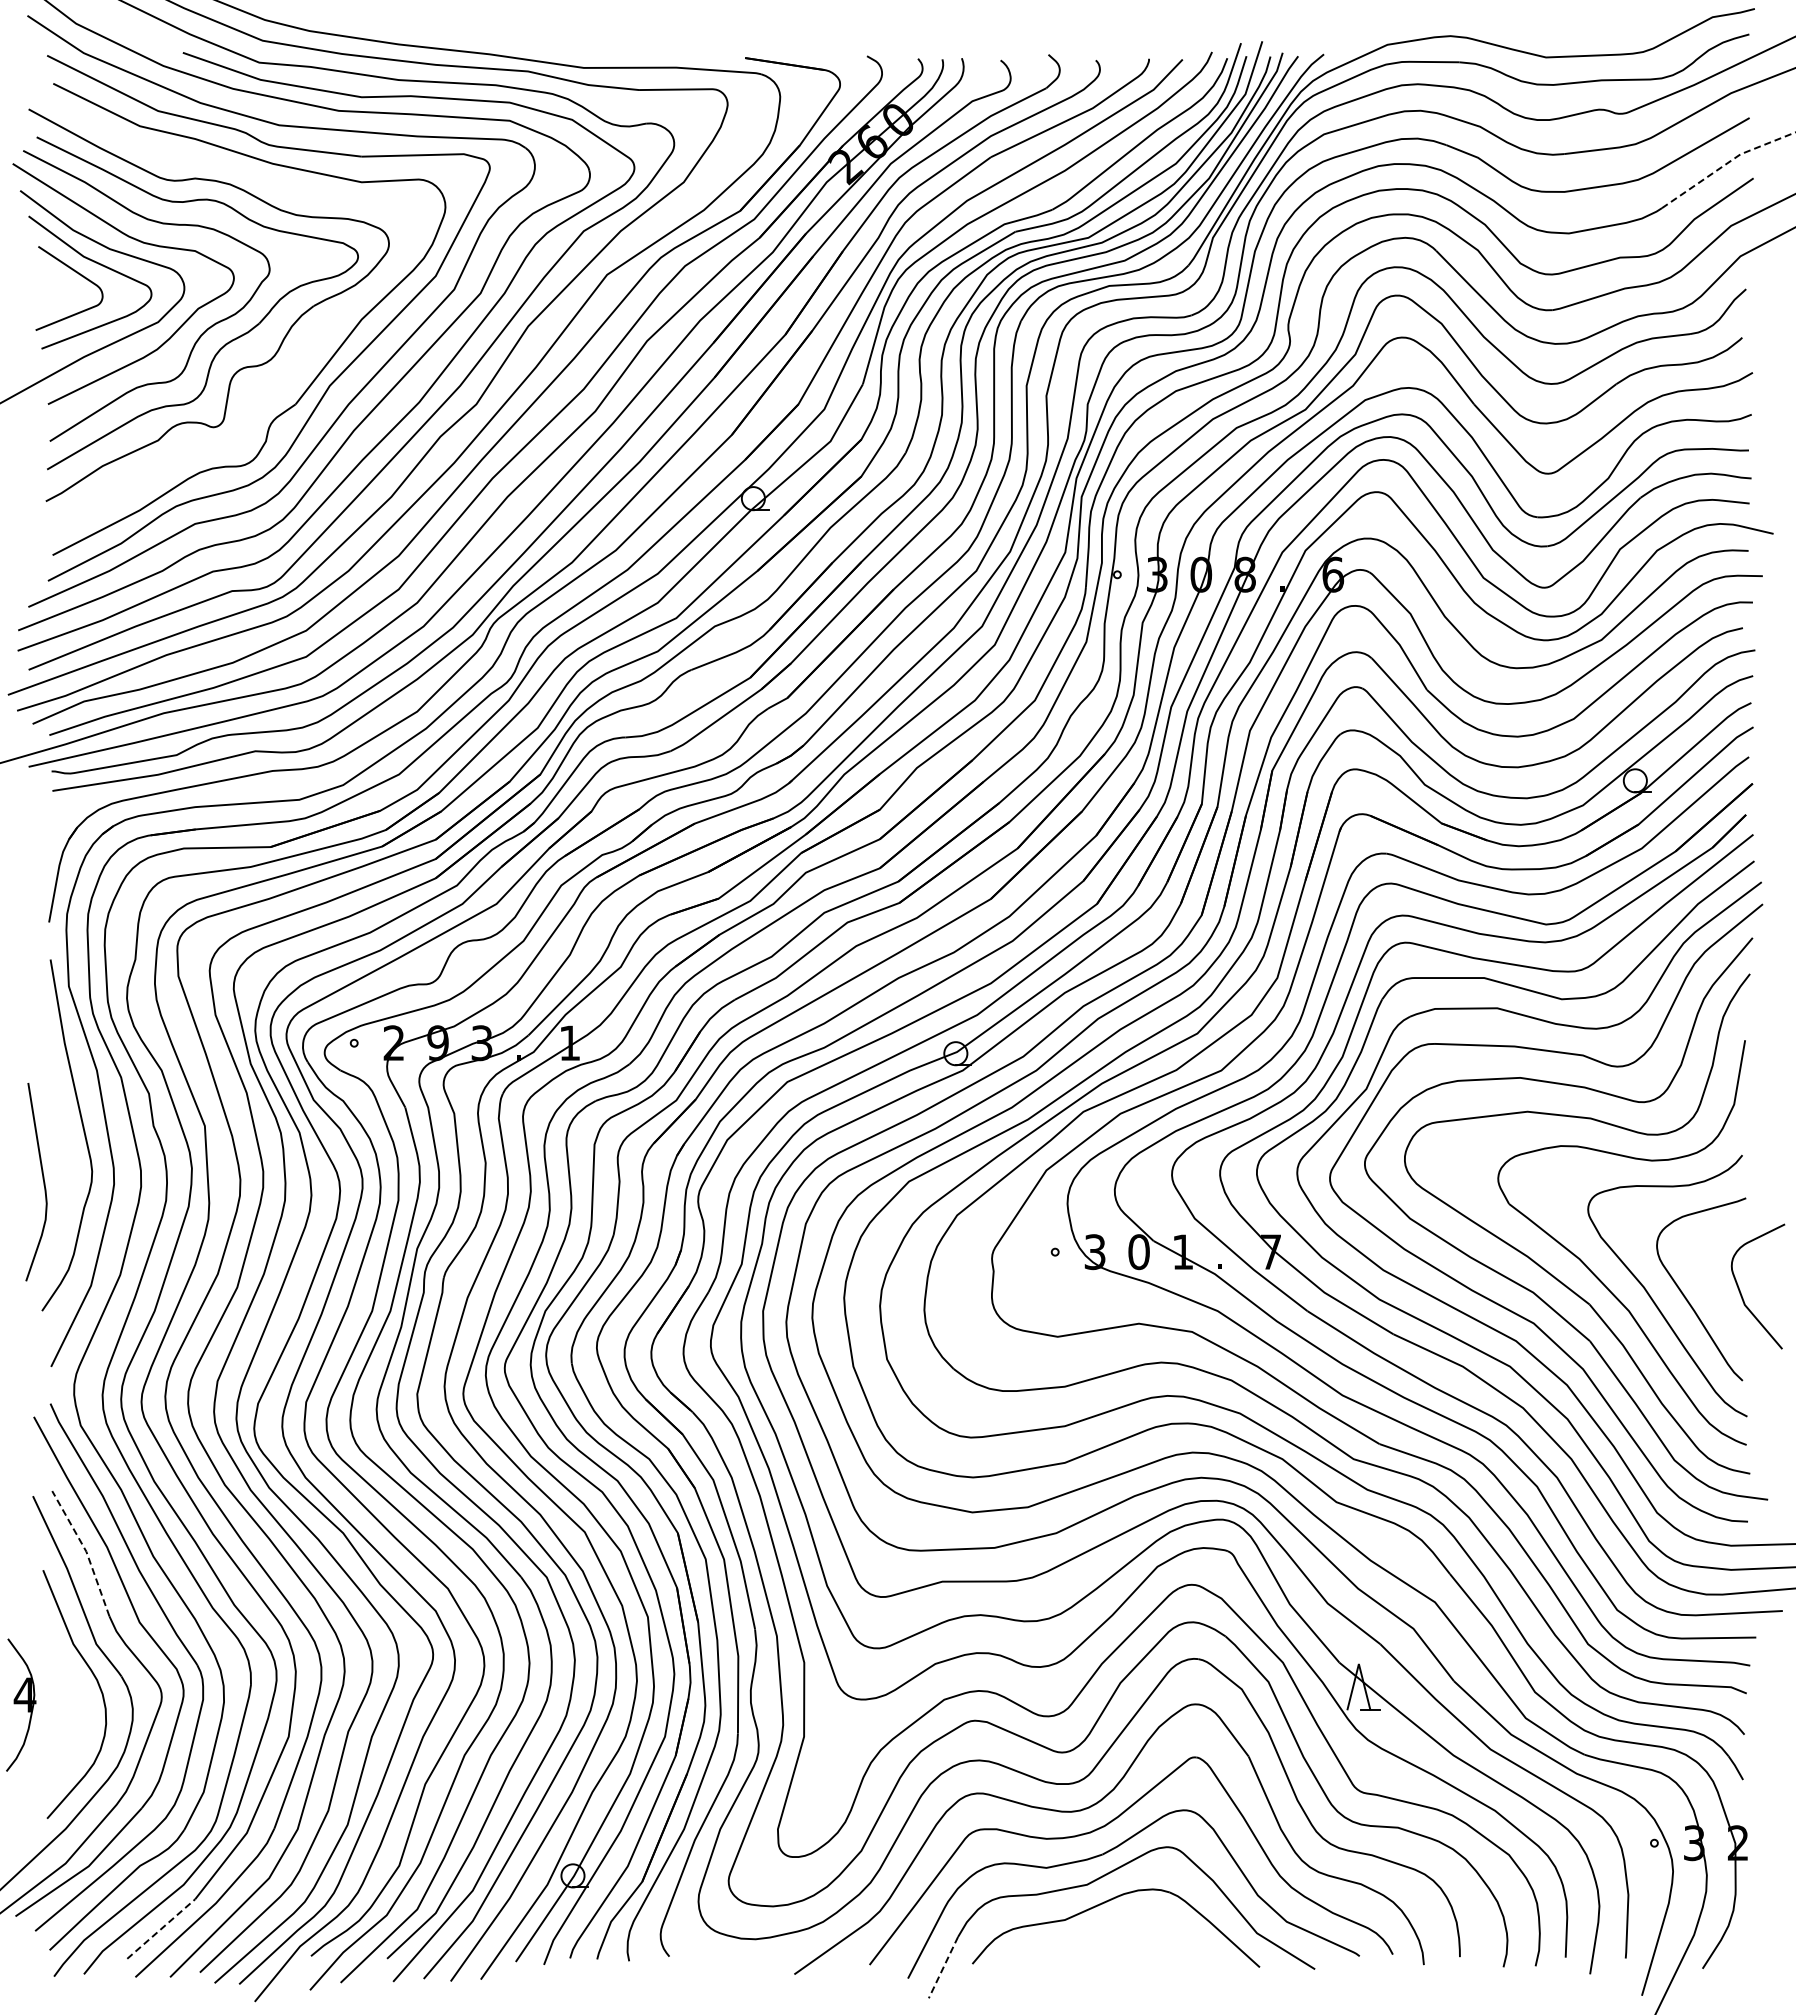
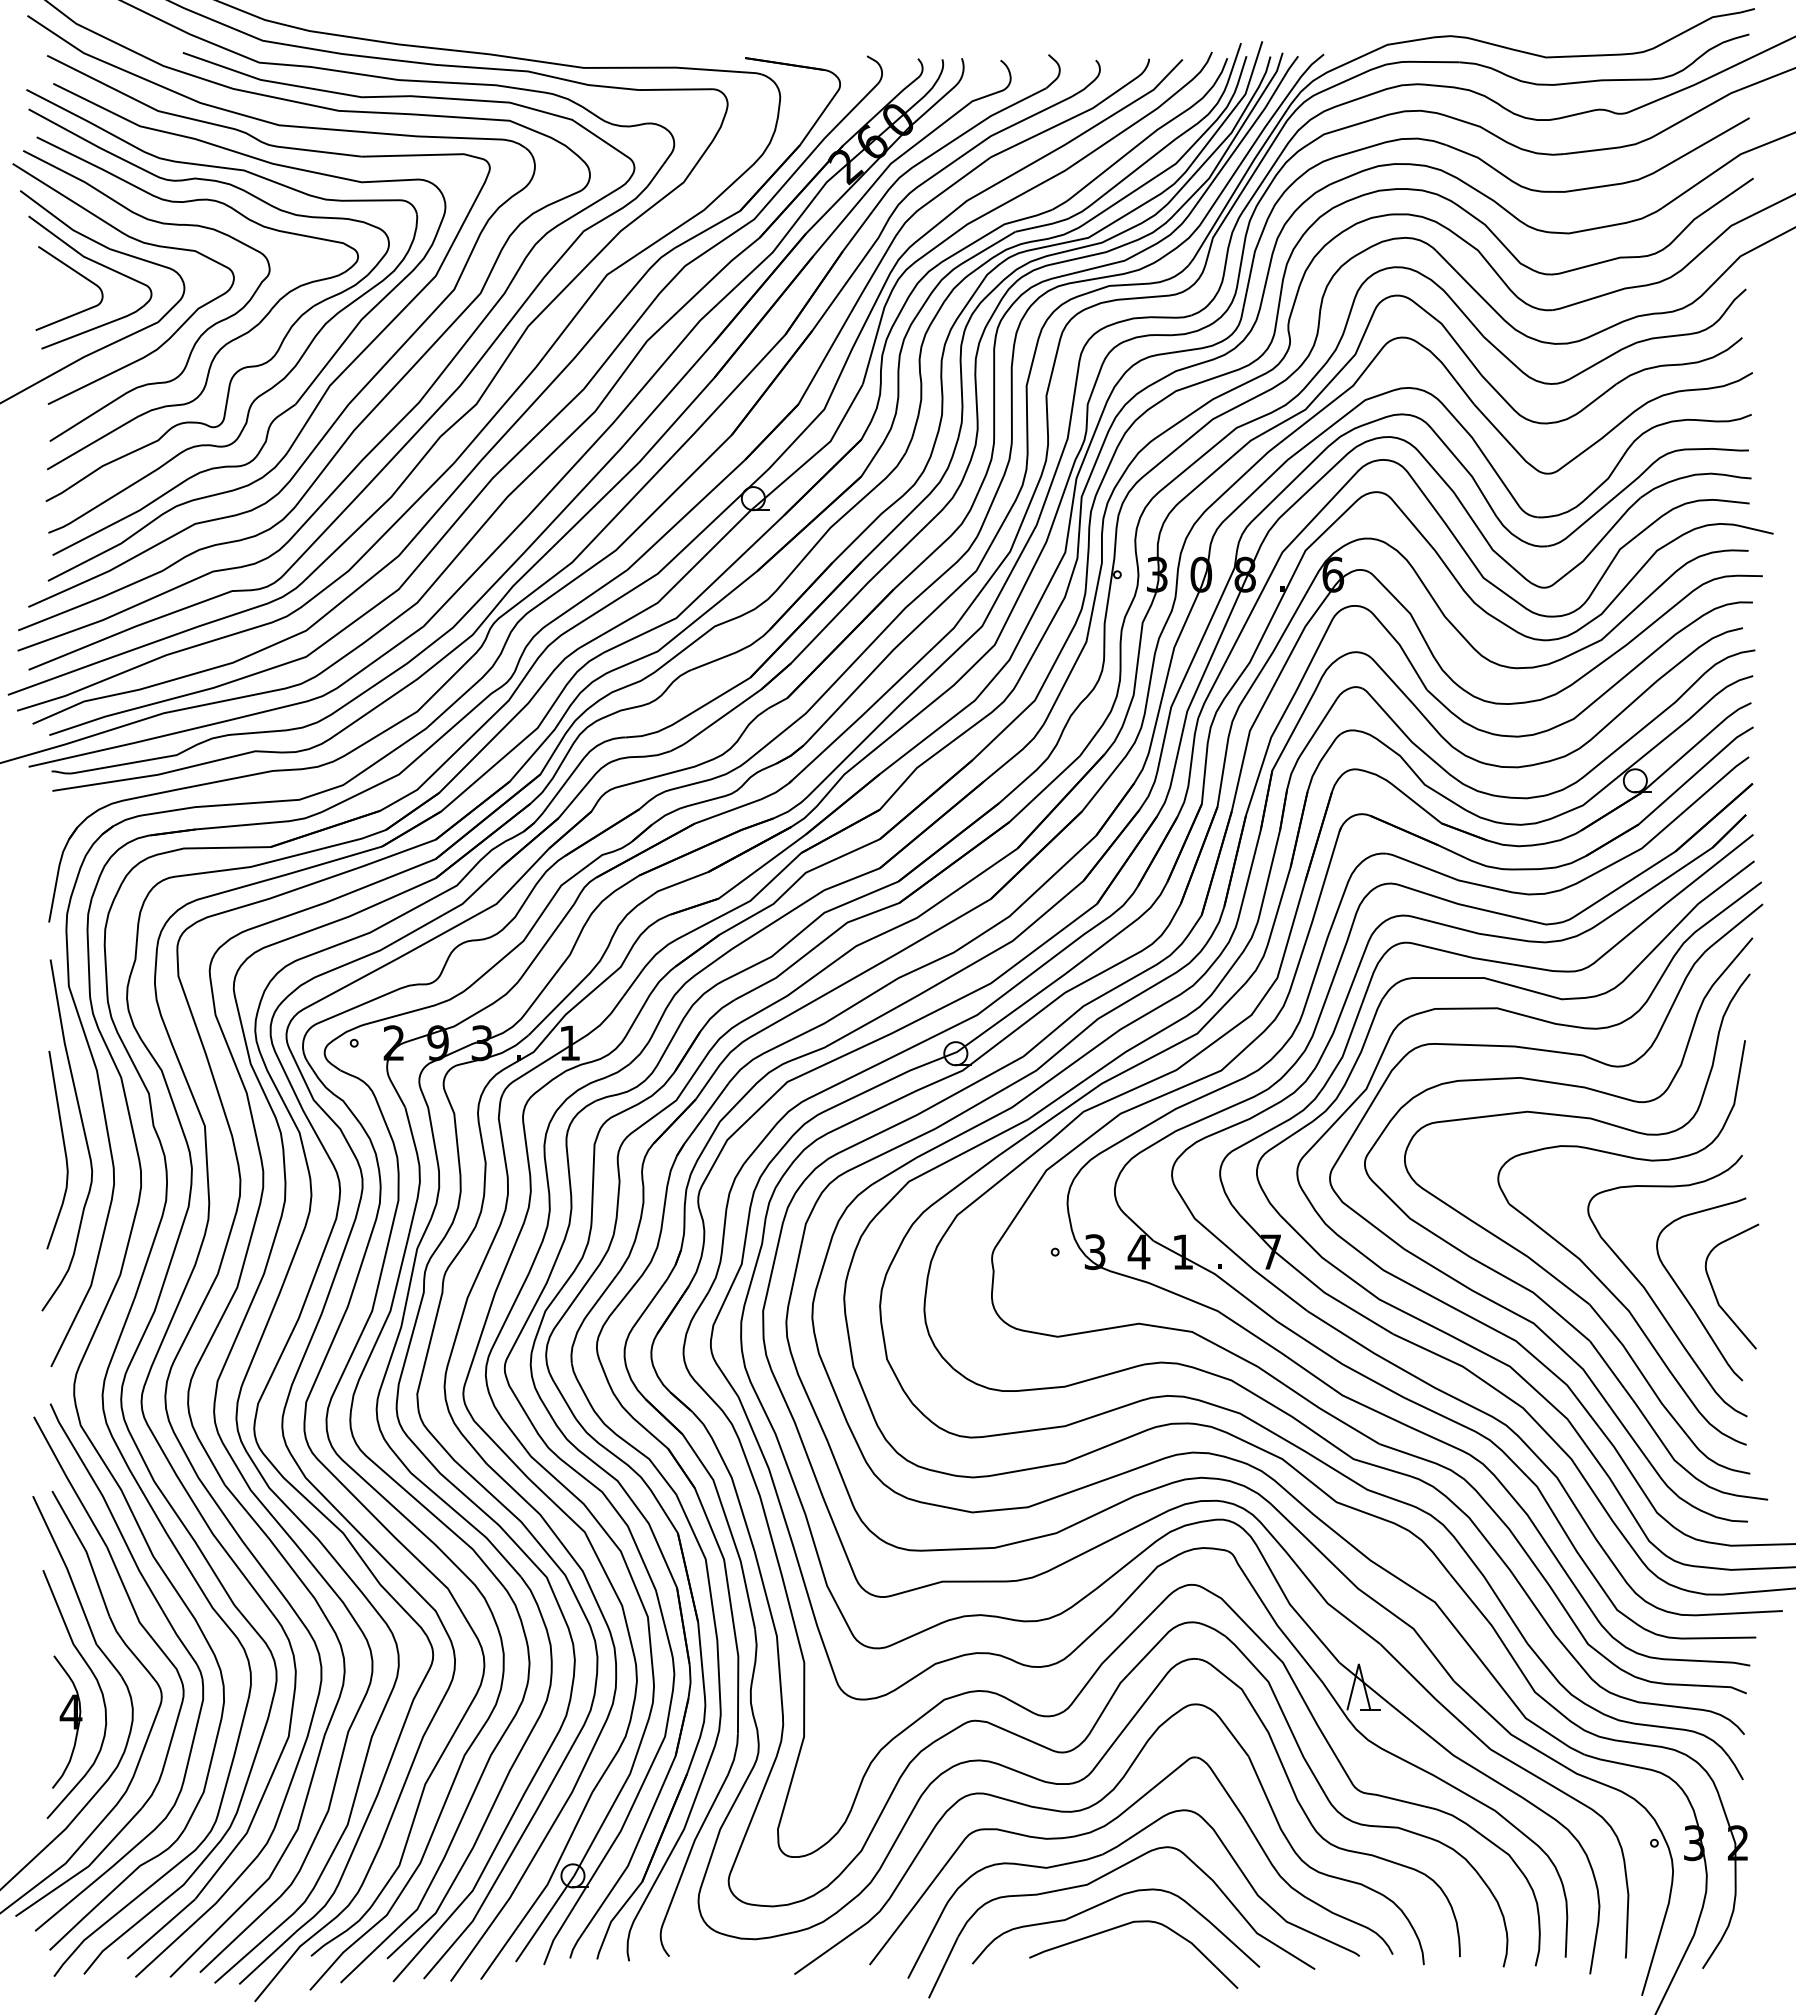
line at (1726, 163): dashed -> solid
part at (274, 384): none -> present
curve at (42, 1179) position: (42, 1179) -> (63, 1147)
text at (1138, 1252): 0 -> 4
curve at (1741, 1292) position: (1741, 1292) -> (1715, 1292)
line at (86, 1551): dashed -> solid
part at (21, 1704) position: (21, 1704) -> (67, 1721)
curve at (1123, 1926): none -> present
line at (161, 1928): dashed -> solid
line at (943, 1967): dashed -> solid
